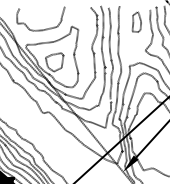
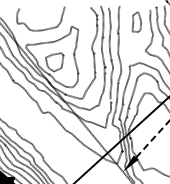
line at (152, 139): solid -> dashed
